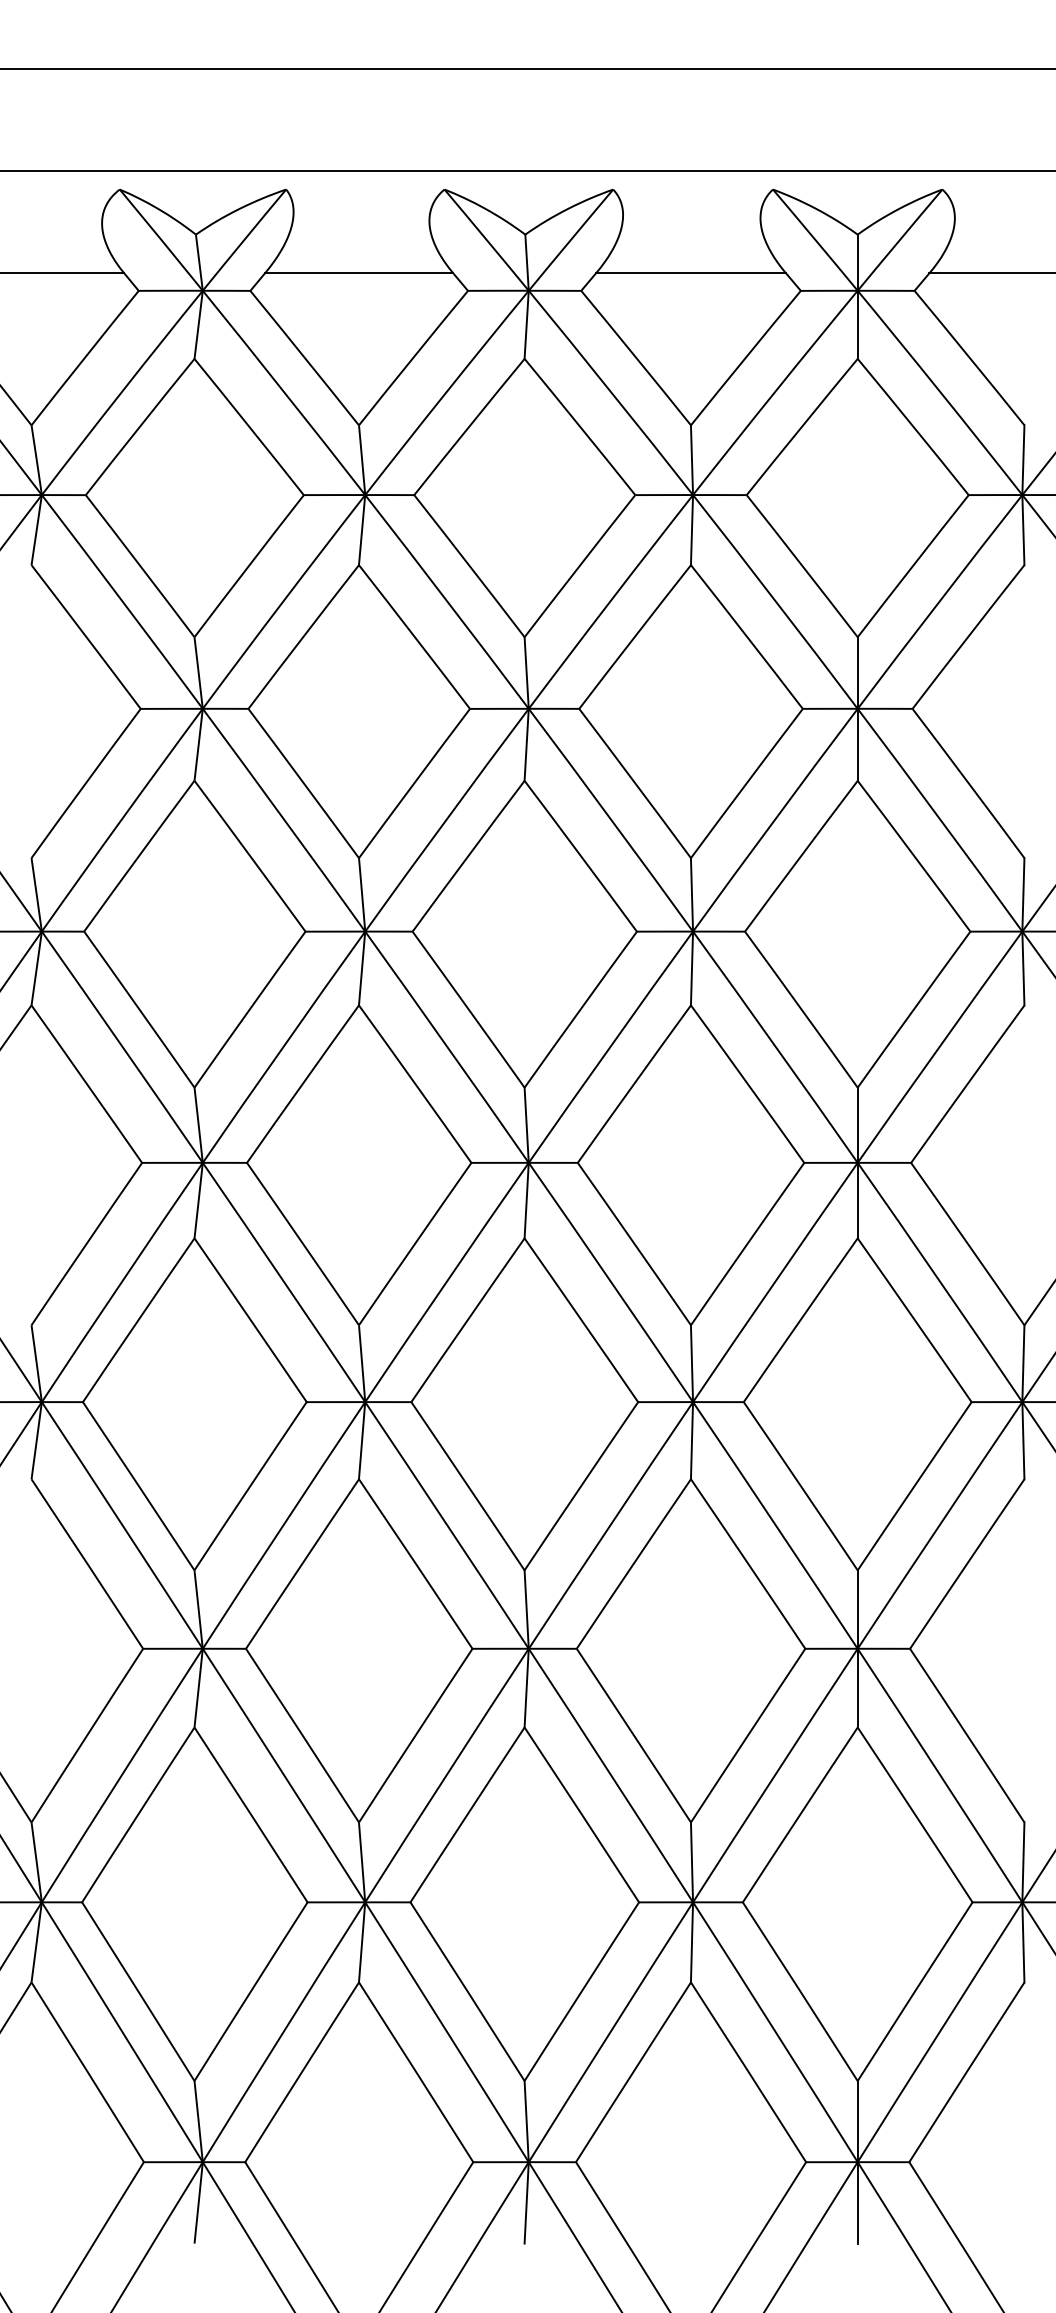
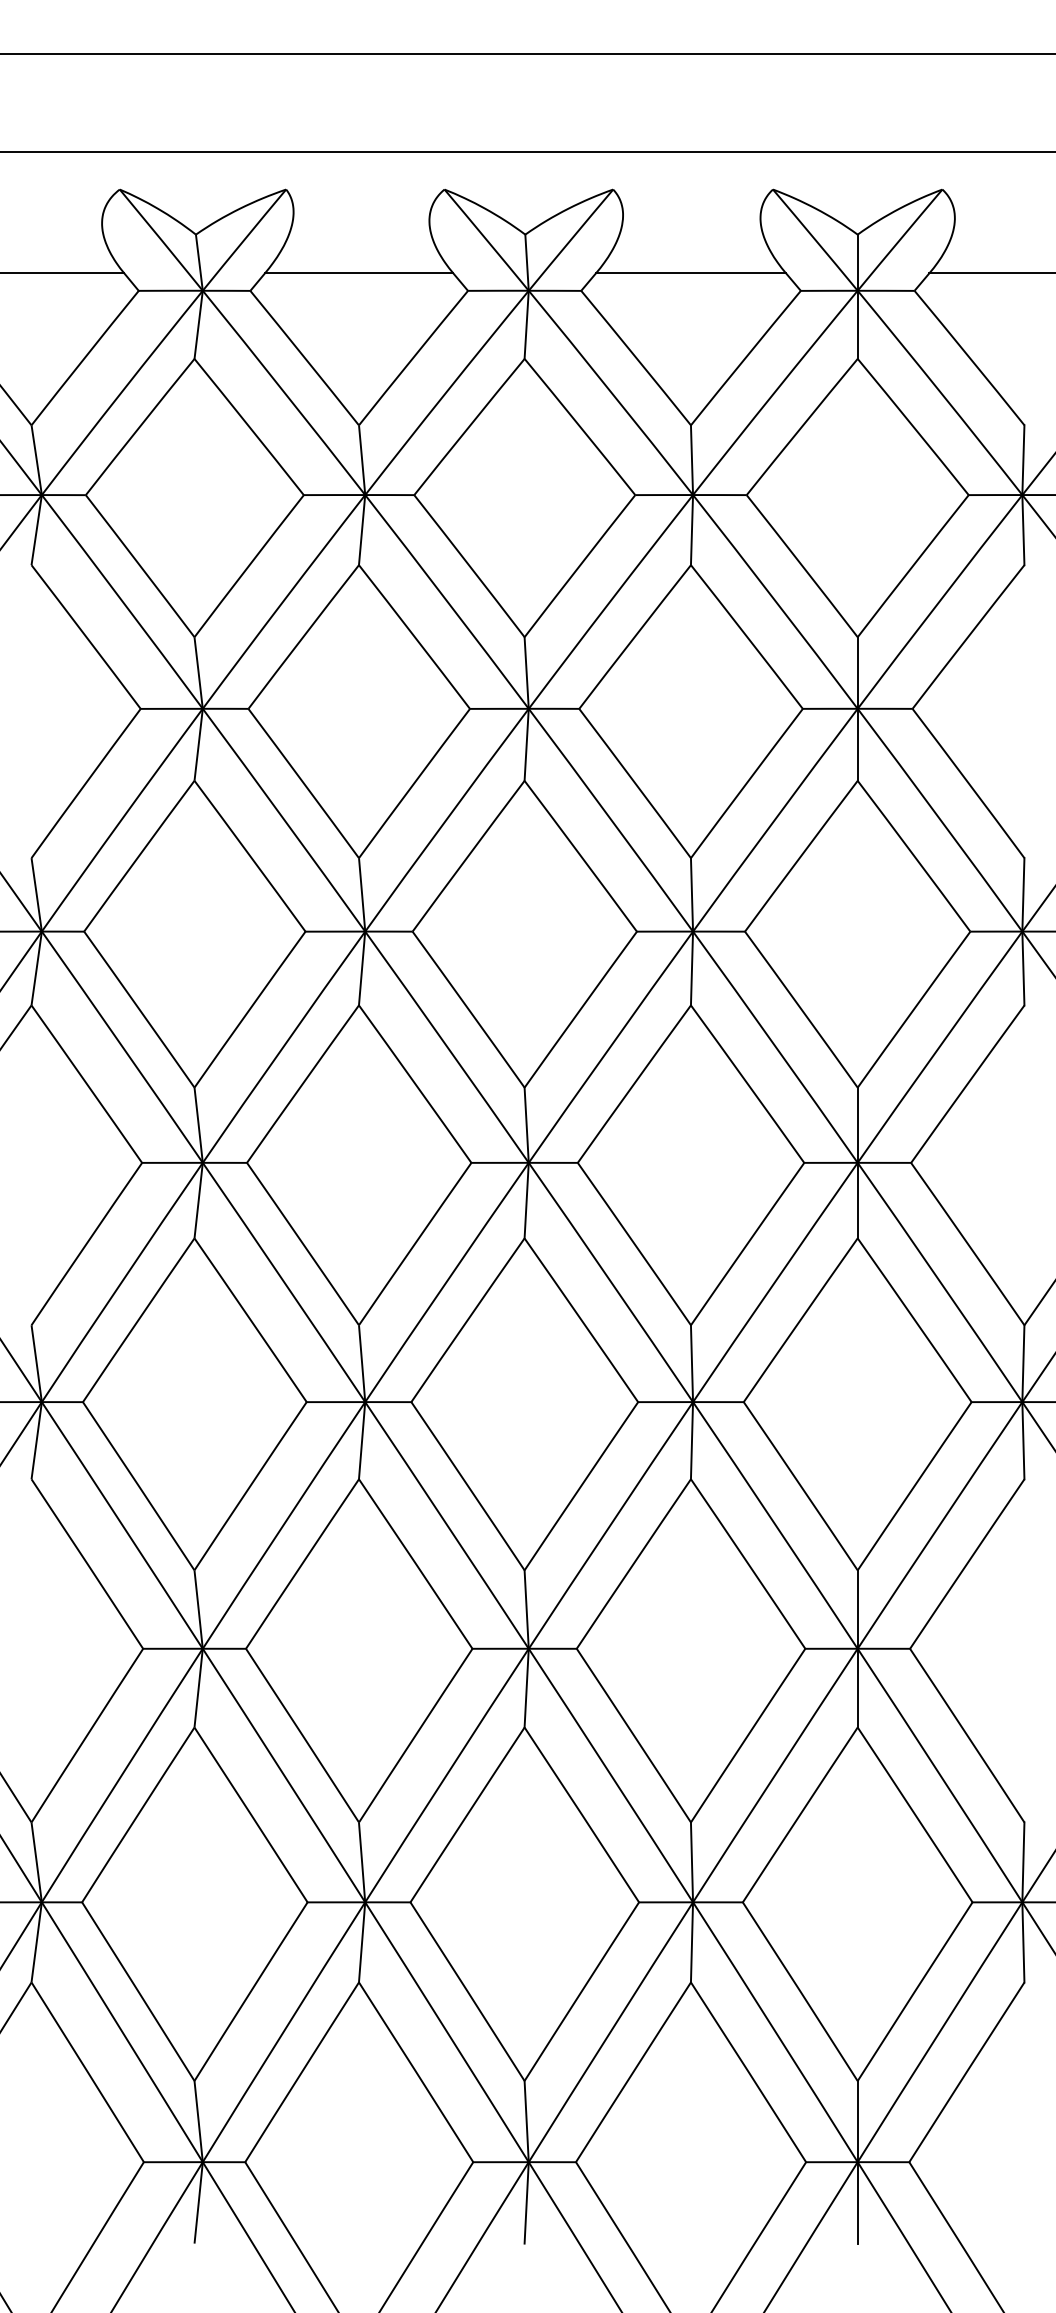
line at (527, 69) position: (527, 69) -> (527, 54)
line at (527, 171) position: (527, 171) -> (527, 152)
